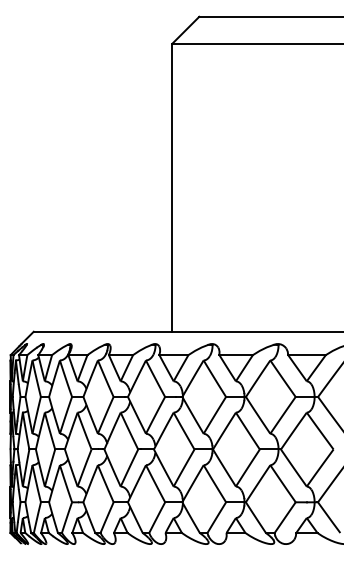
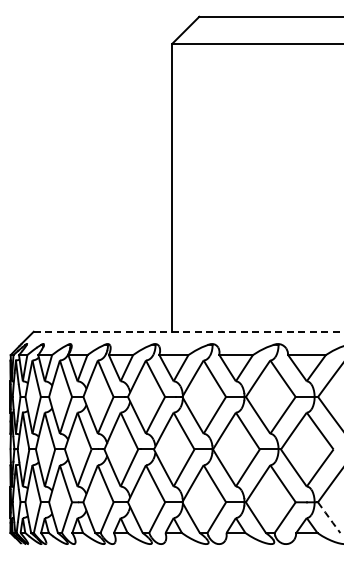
line at (188, 331): solid -> dashed
line at (329, 518): solid -> dashed
